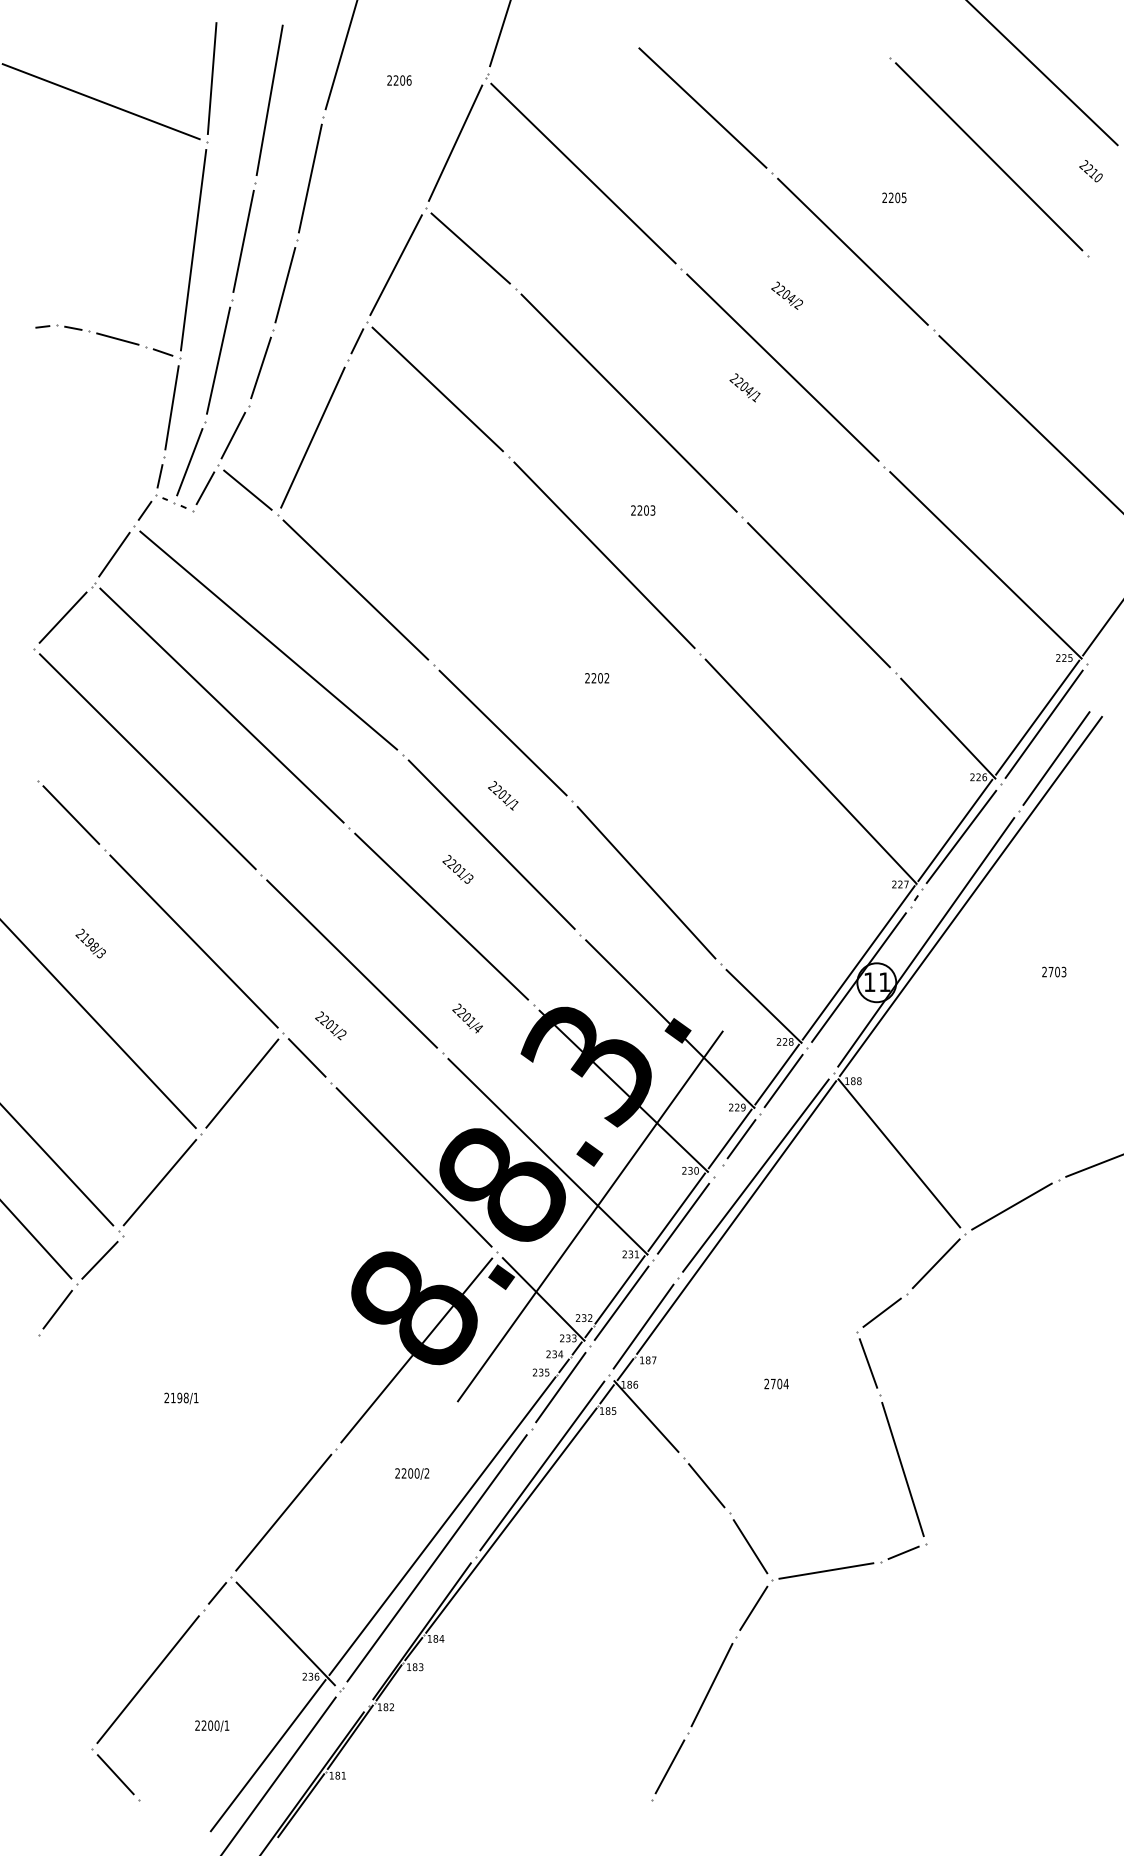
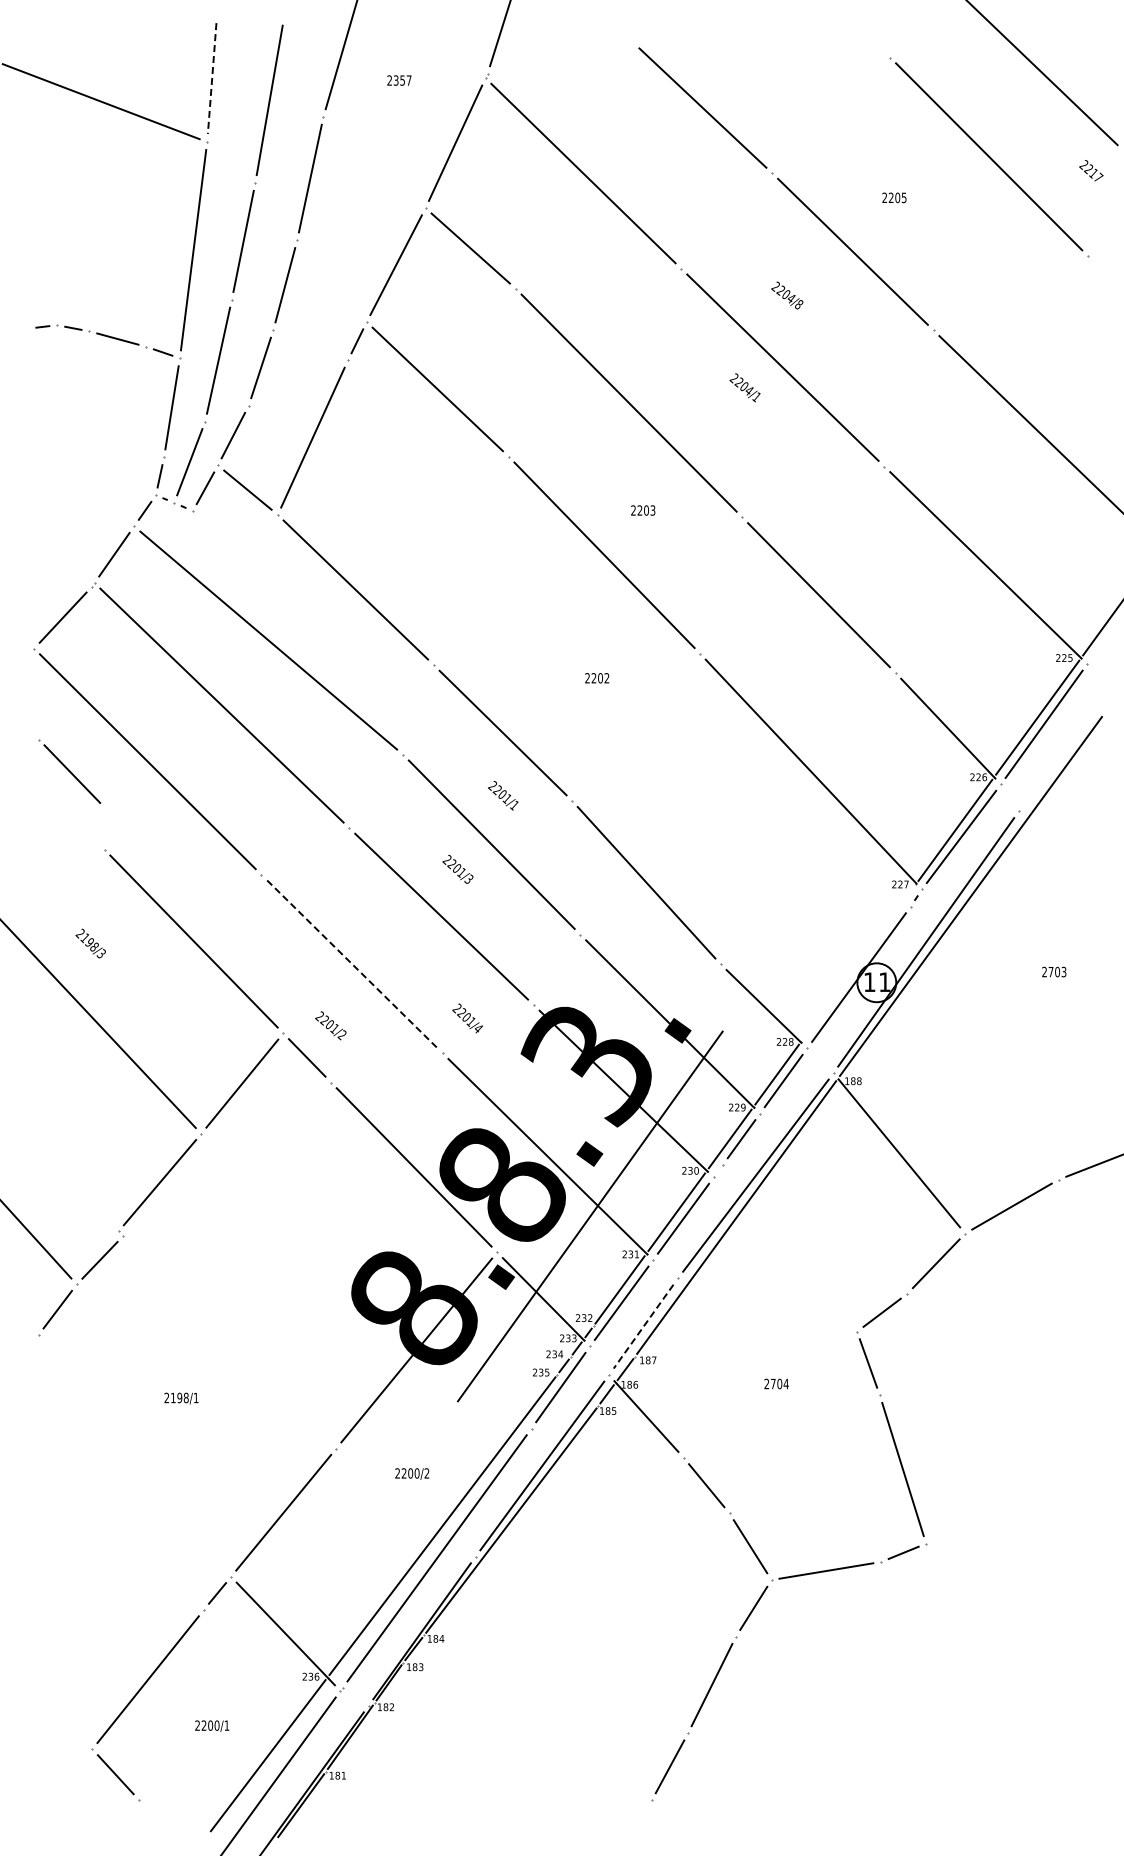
line at (212, 78): solid -> dashed
text at (402, 80): 2206 -> 2357
text at (1098, 177): 2210 -> 2217
text at (798, 304): 2204/2 -> 2204/8
line at (1056, 758): present -> none
line at (68, 812) position: (68, 812) -> (69, 771)
line at (858, 962): present -> none
line at (352, 964): solid -> dashed
line at (57, 1165): present -> none
line at (643, 1327): solid -> dashed
